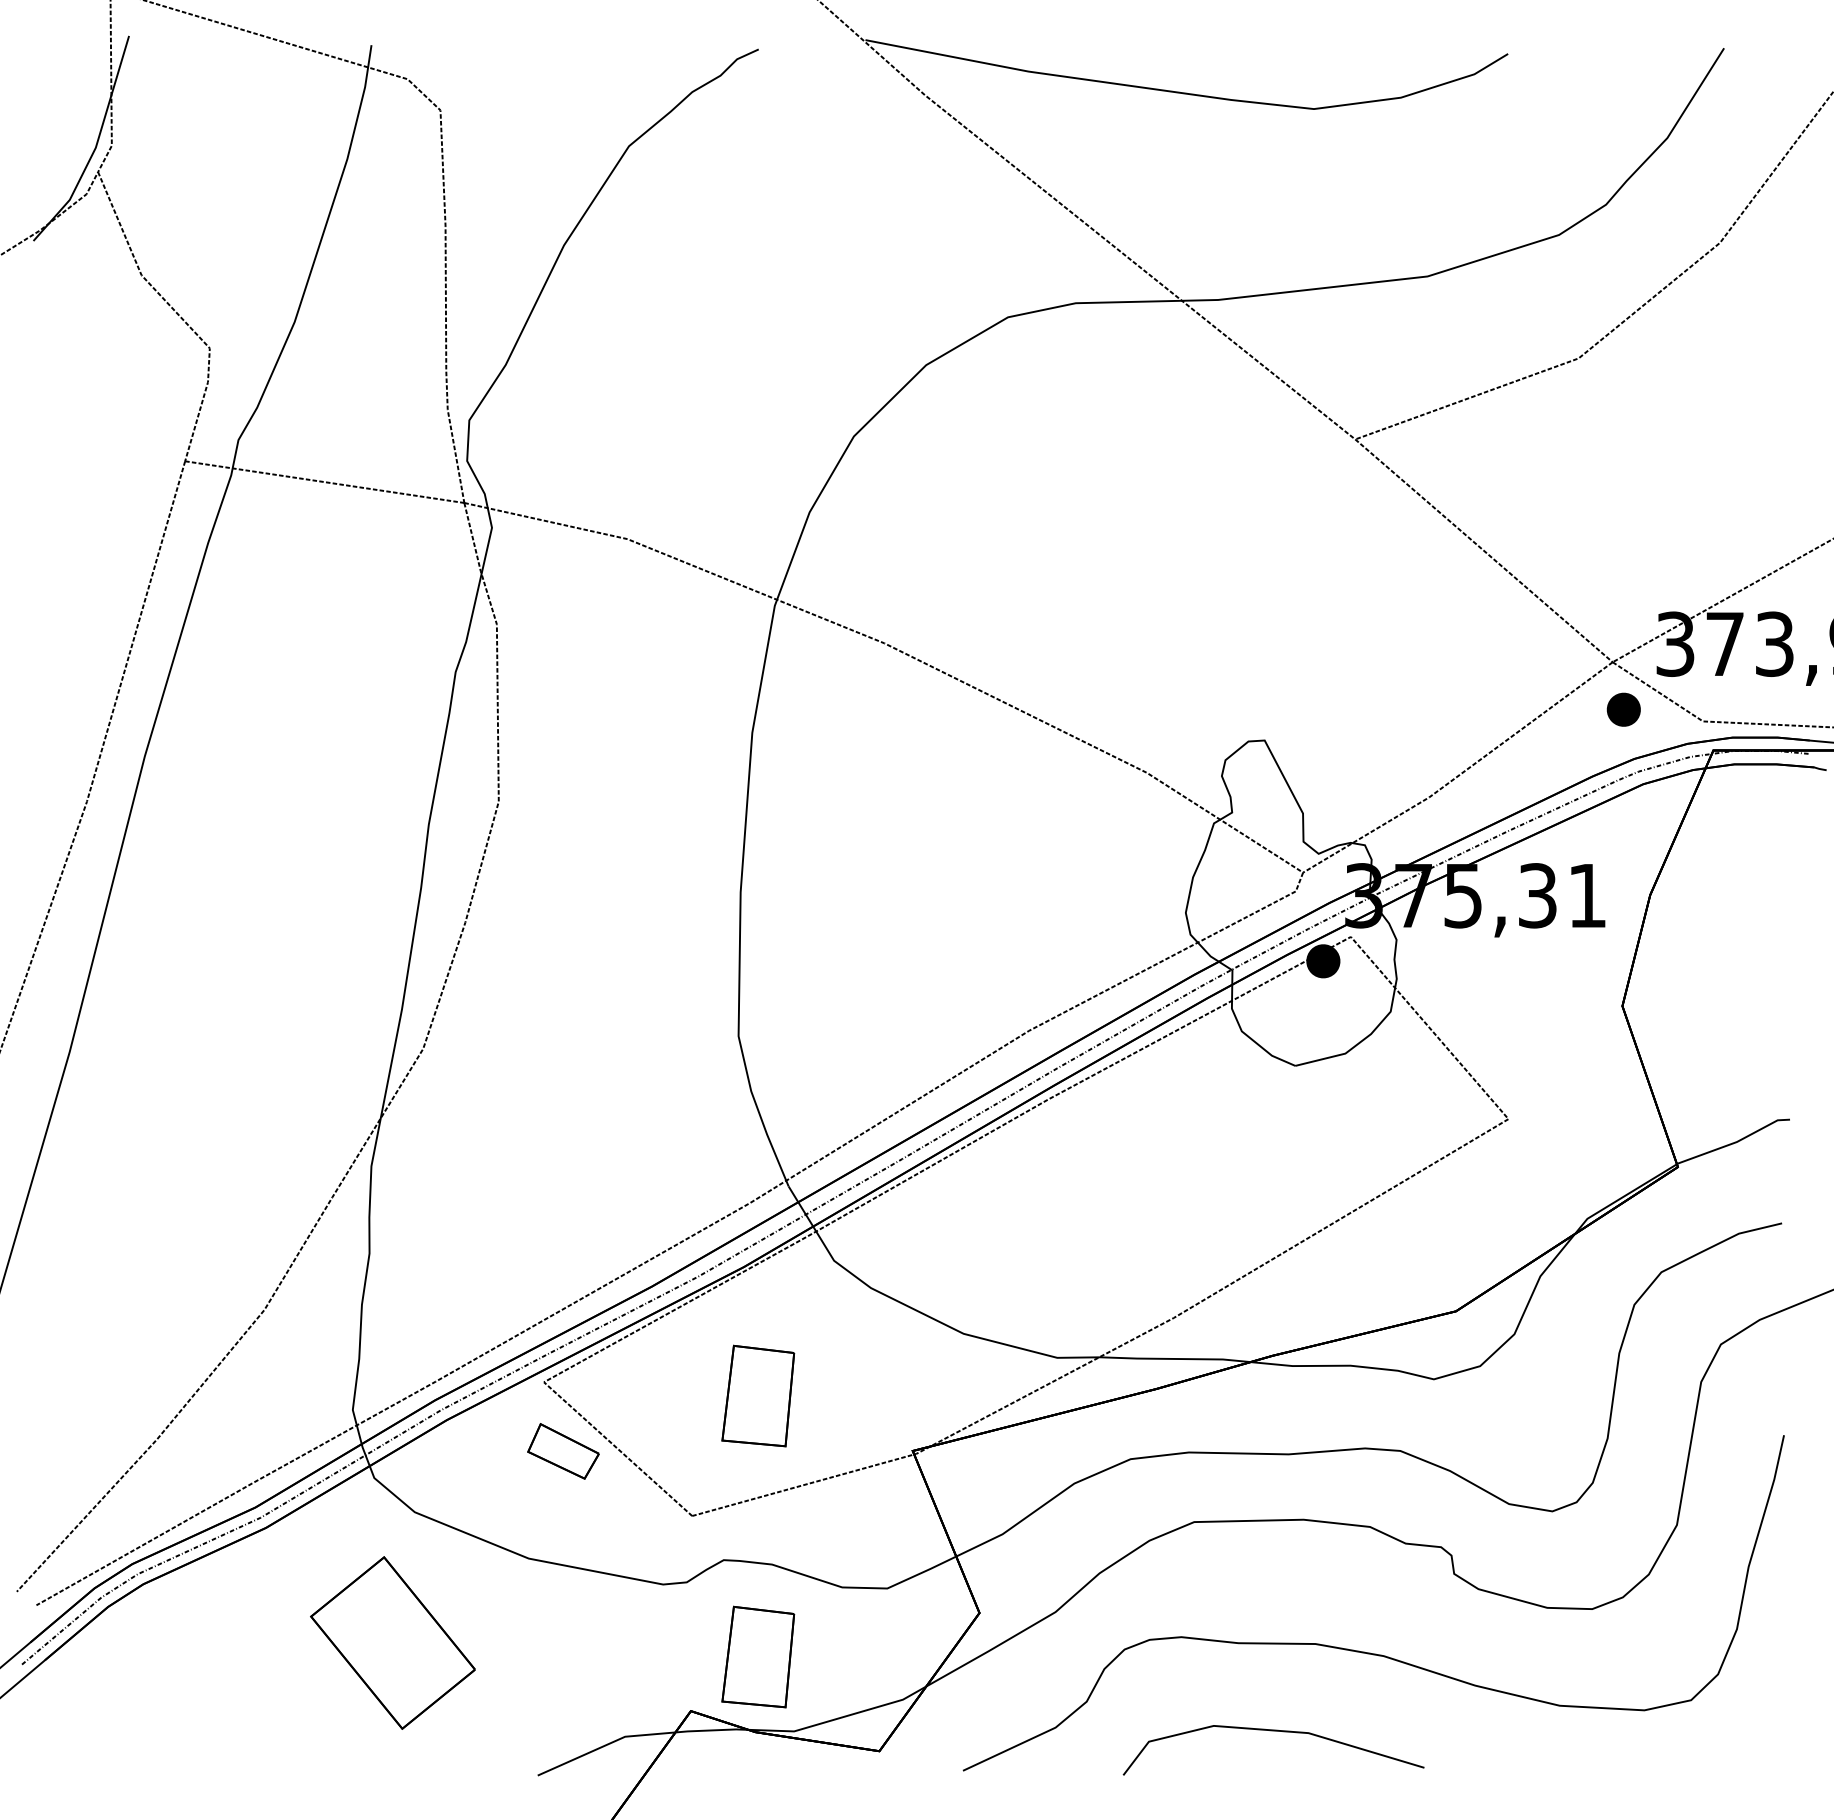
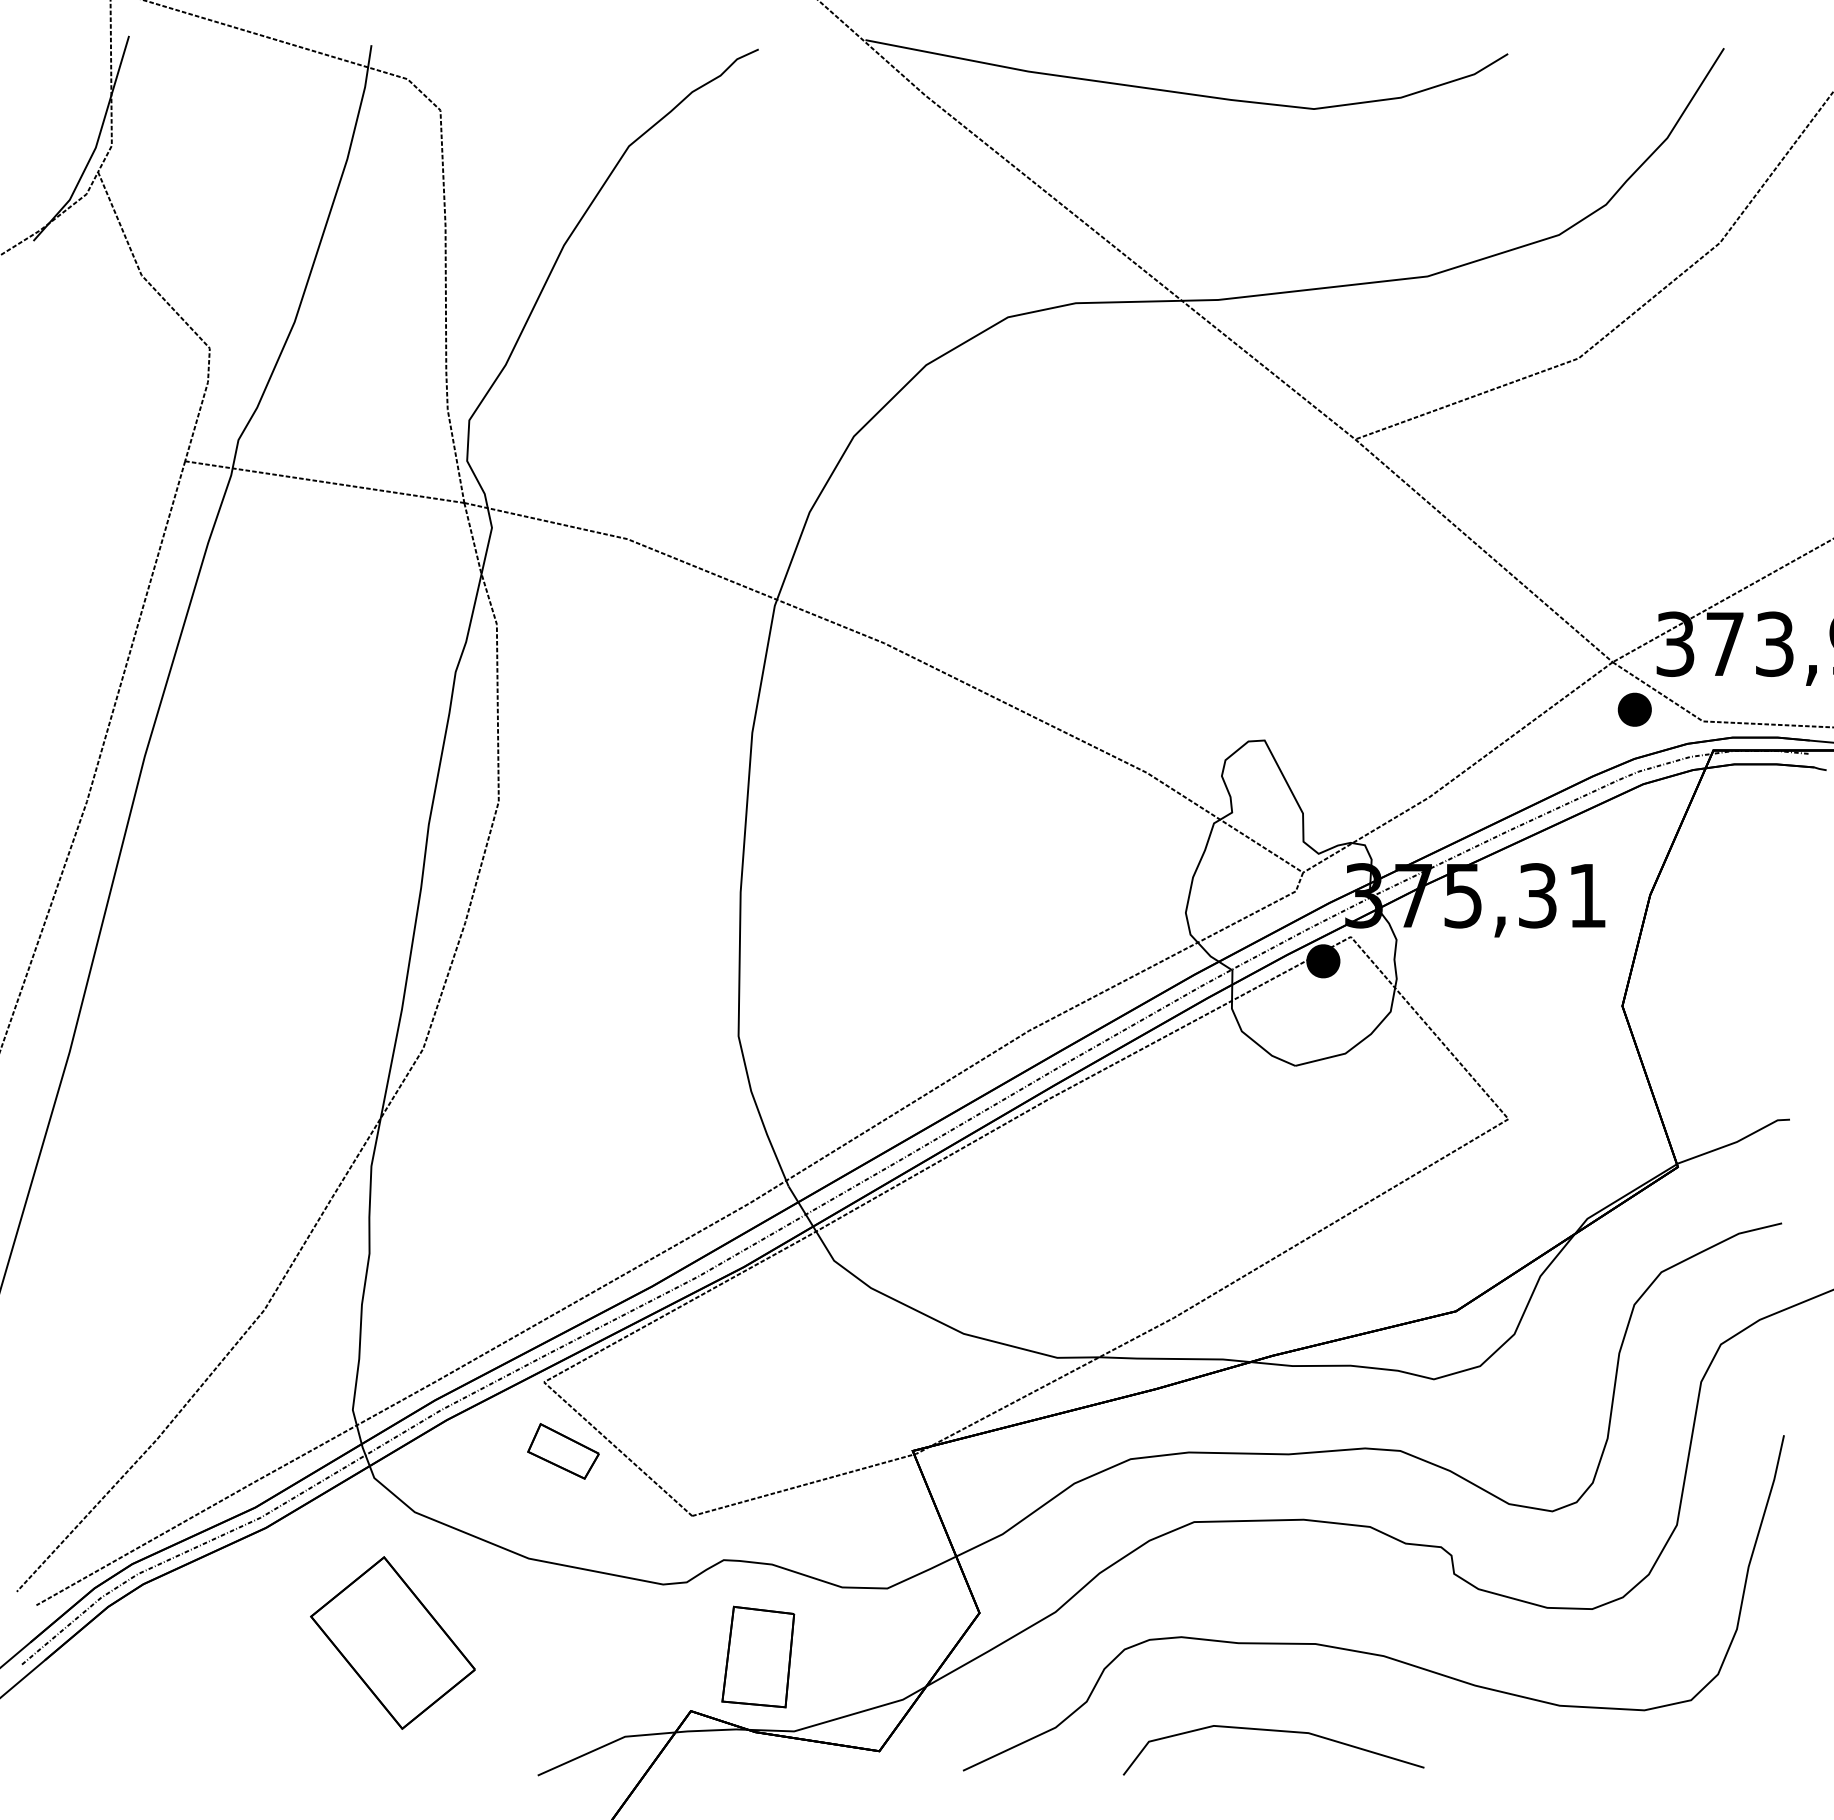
part at (1623, 709) position: (1623, 709) -> (1634, 709)
part at (758, 1395): present -> none
